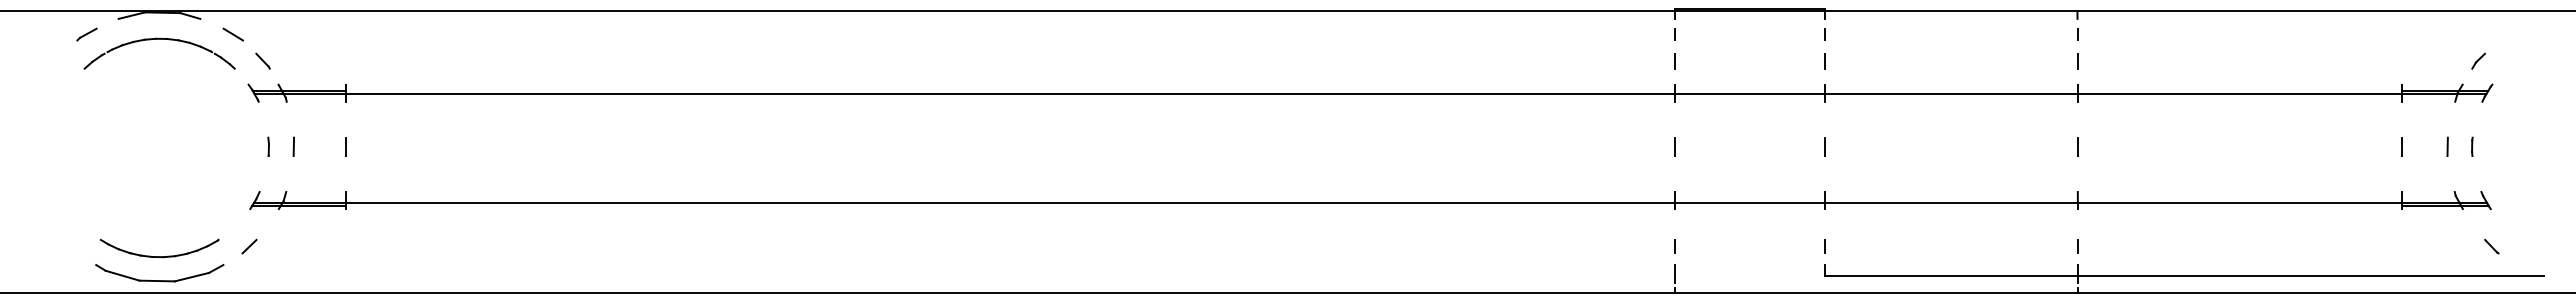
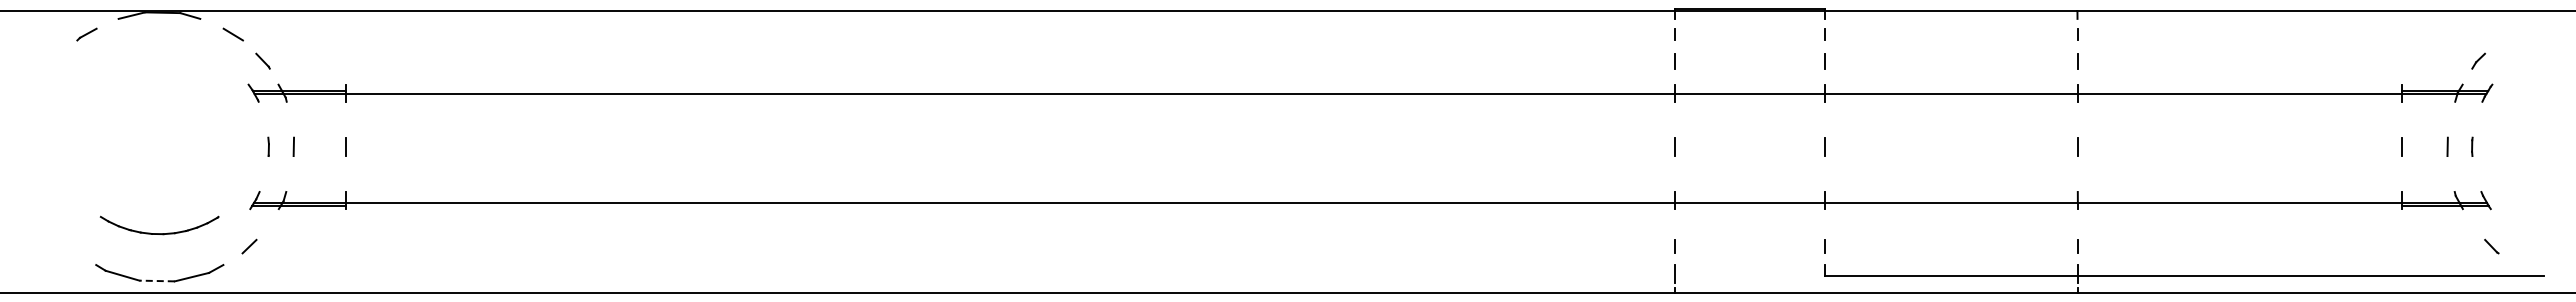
part at (159, 39): present -> none
part at (159, 256) position: (159, 256) -> (159, 233)
line at (157, 281): solid -> dashed
